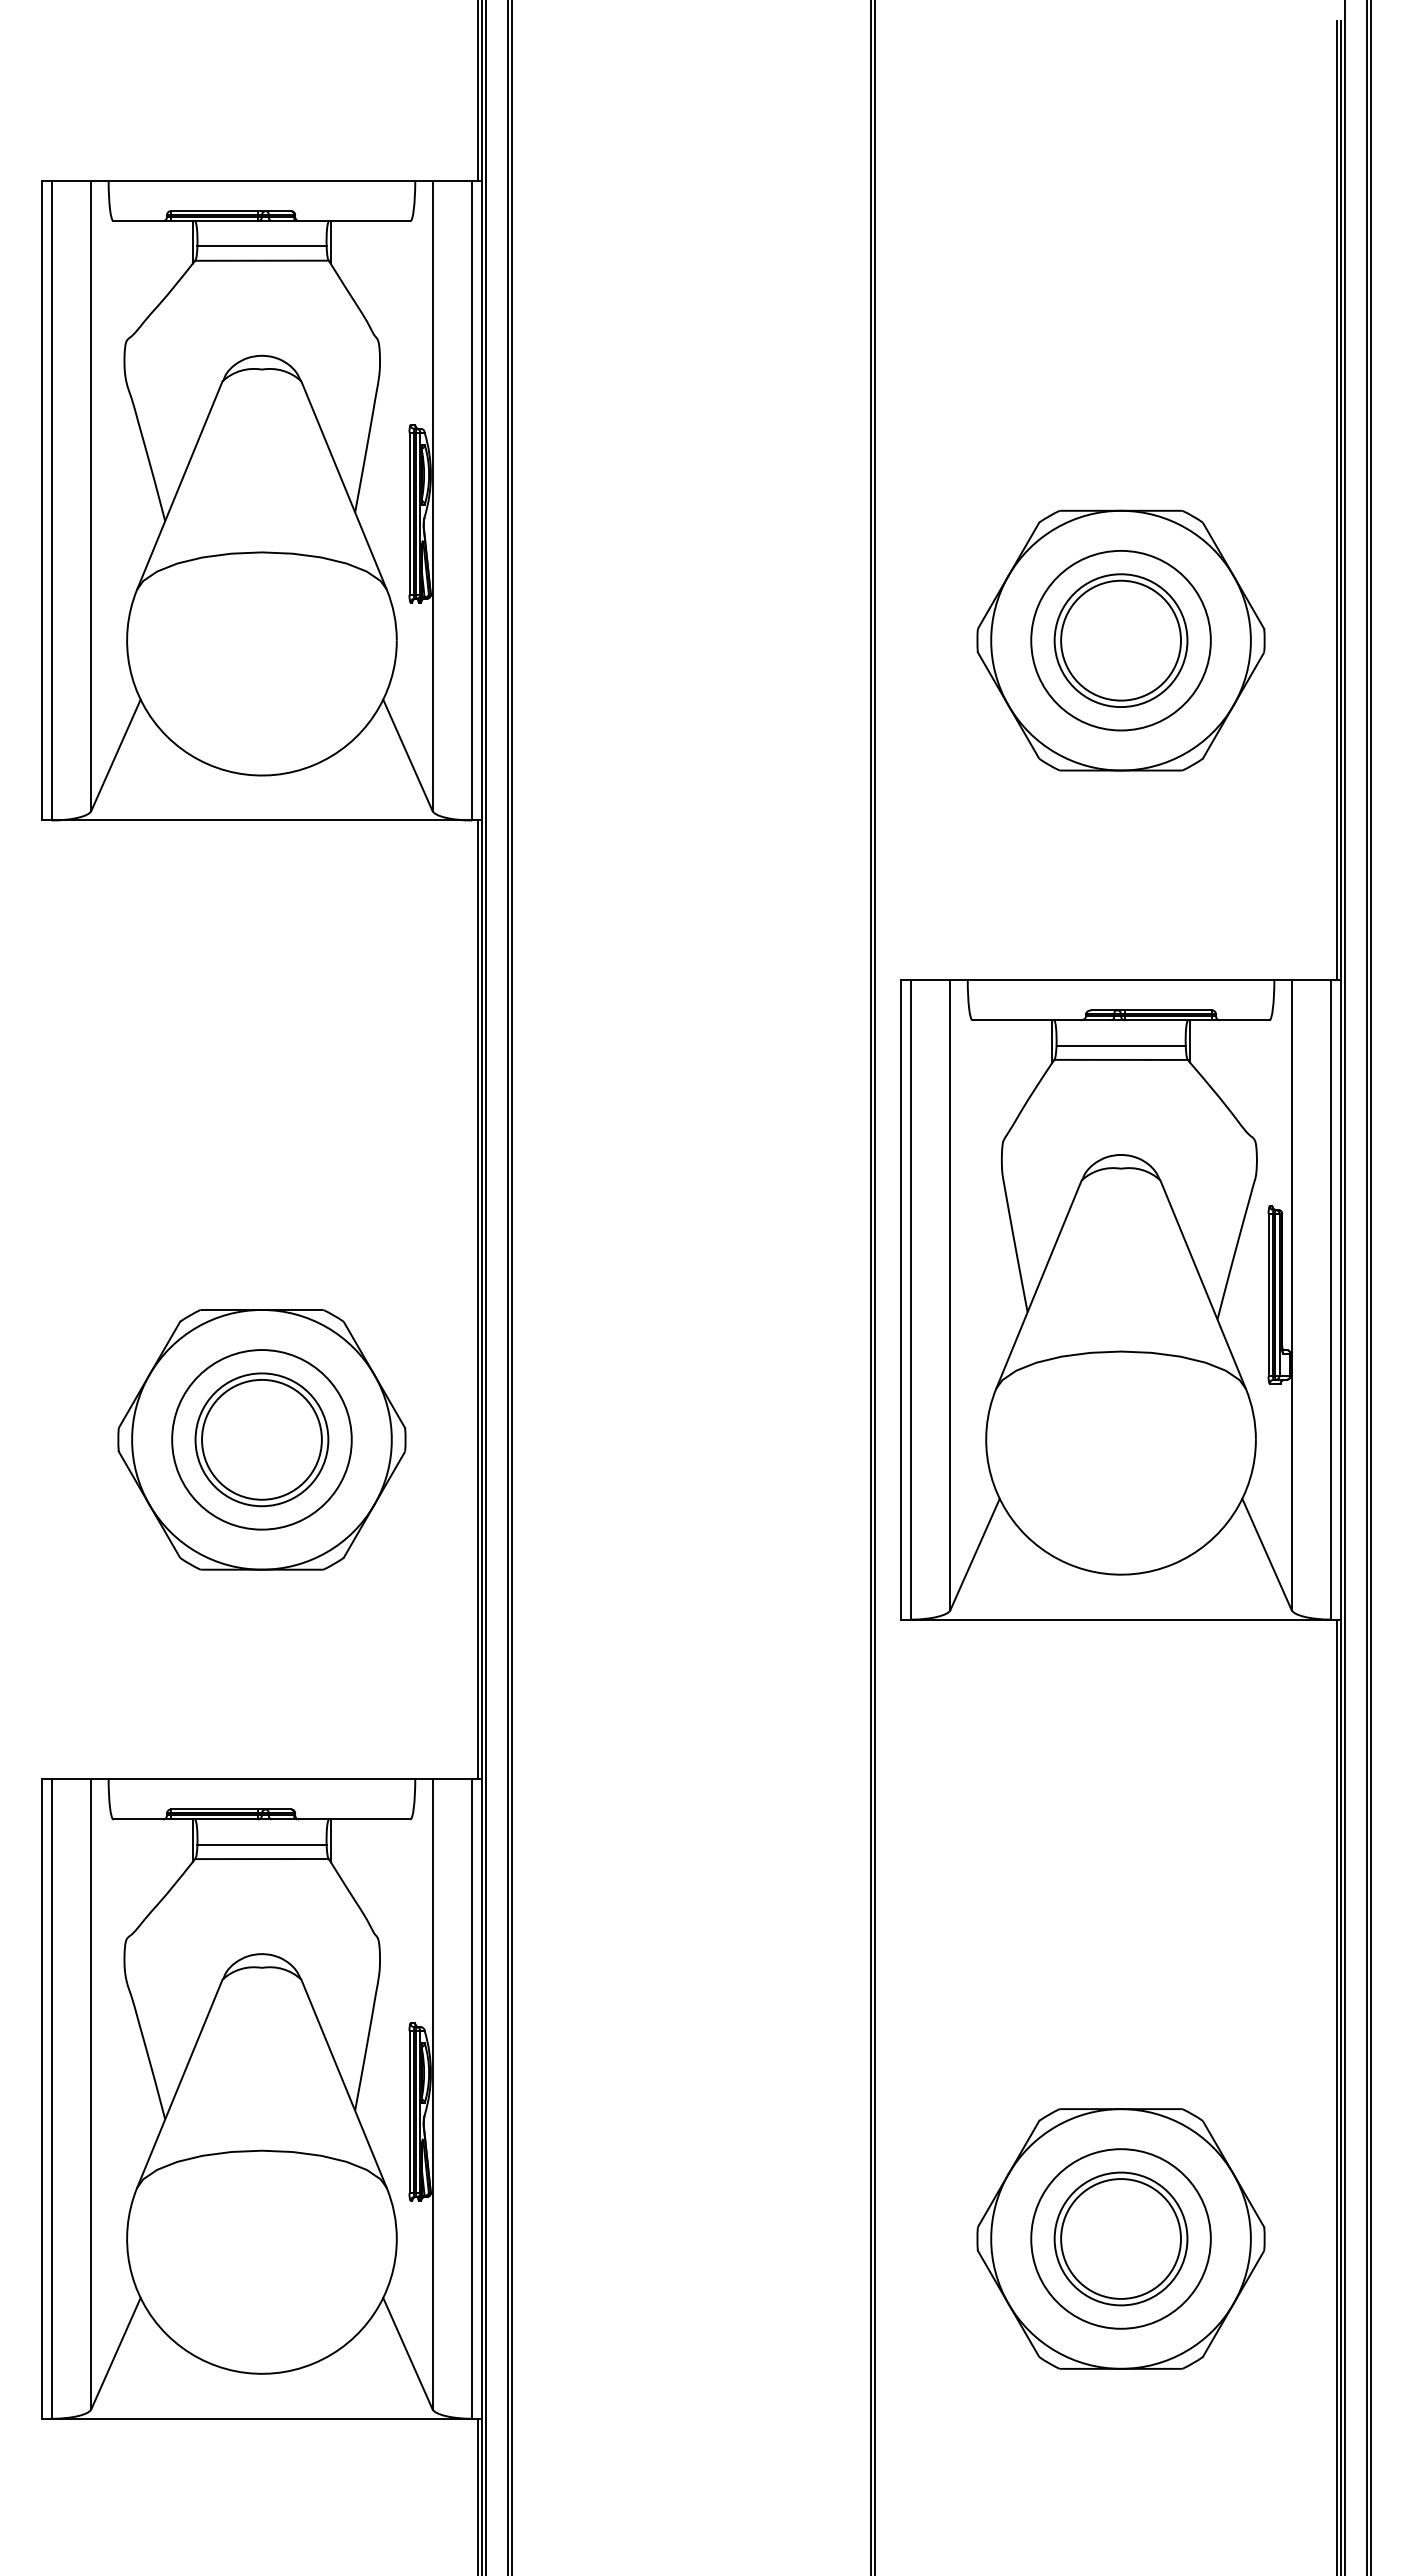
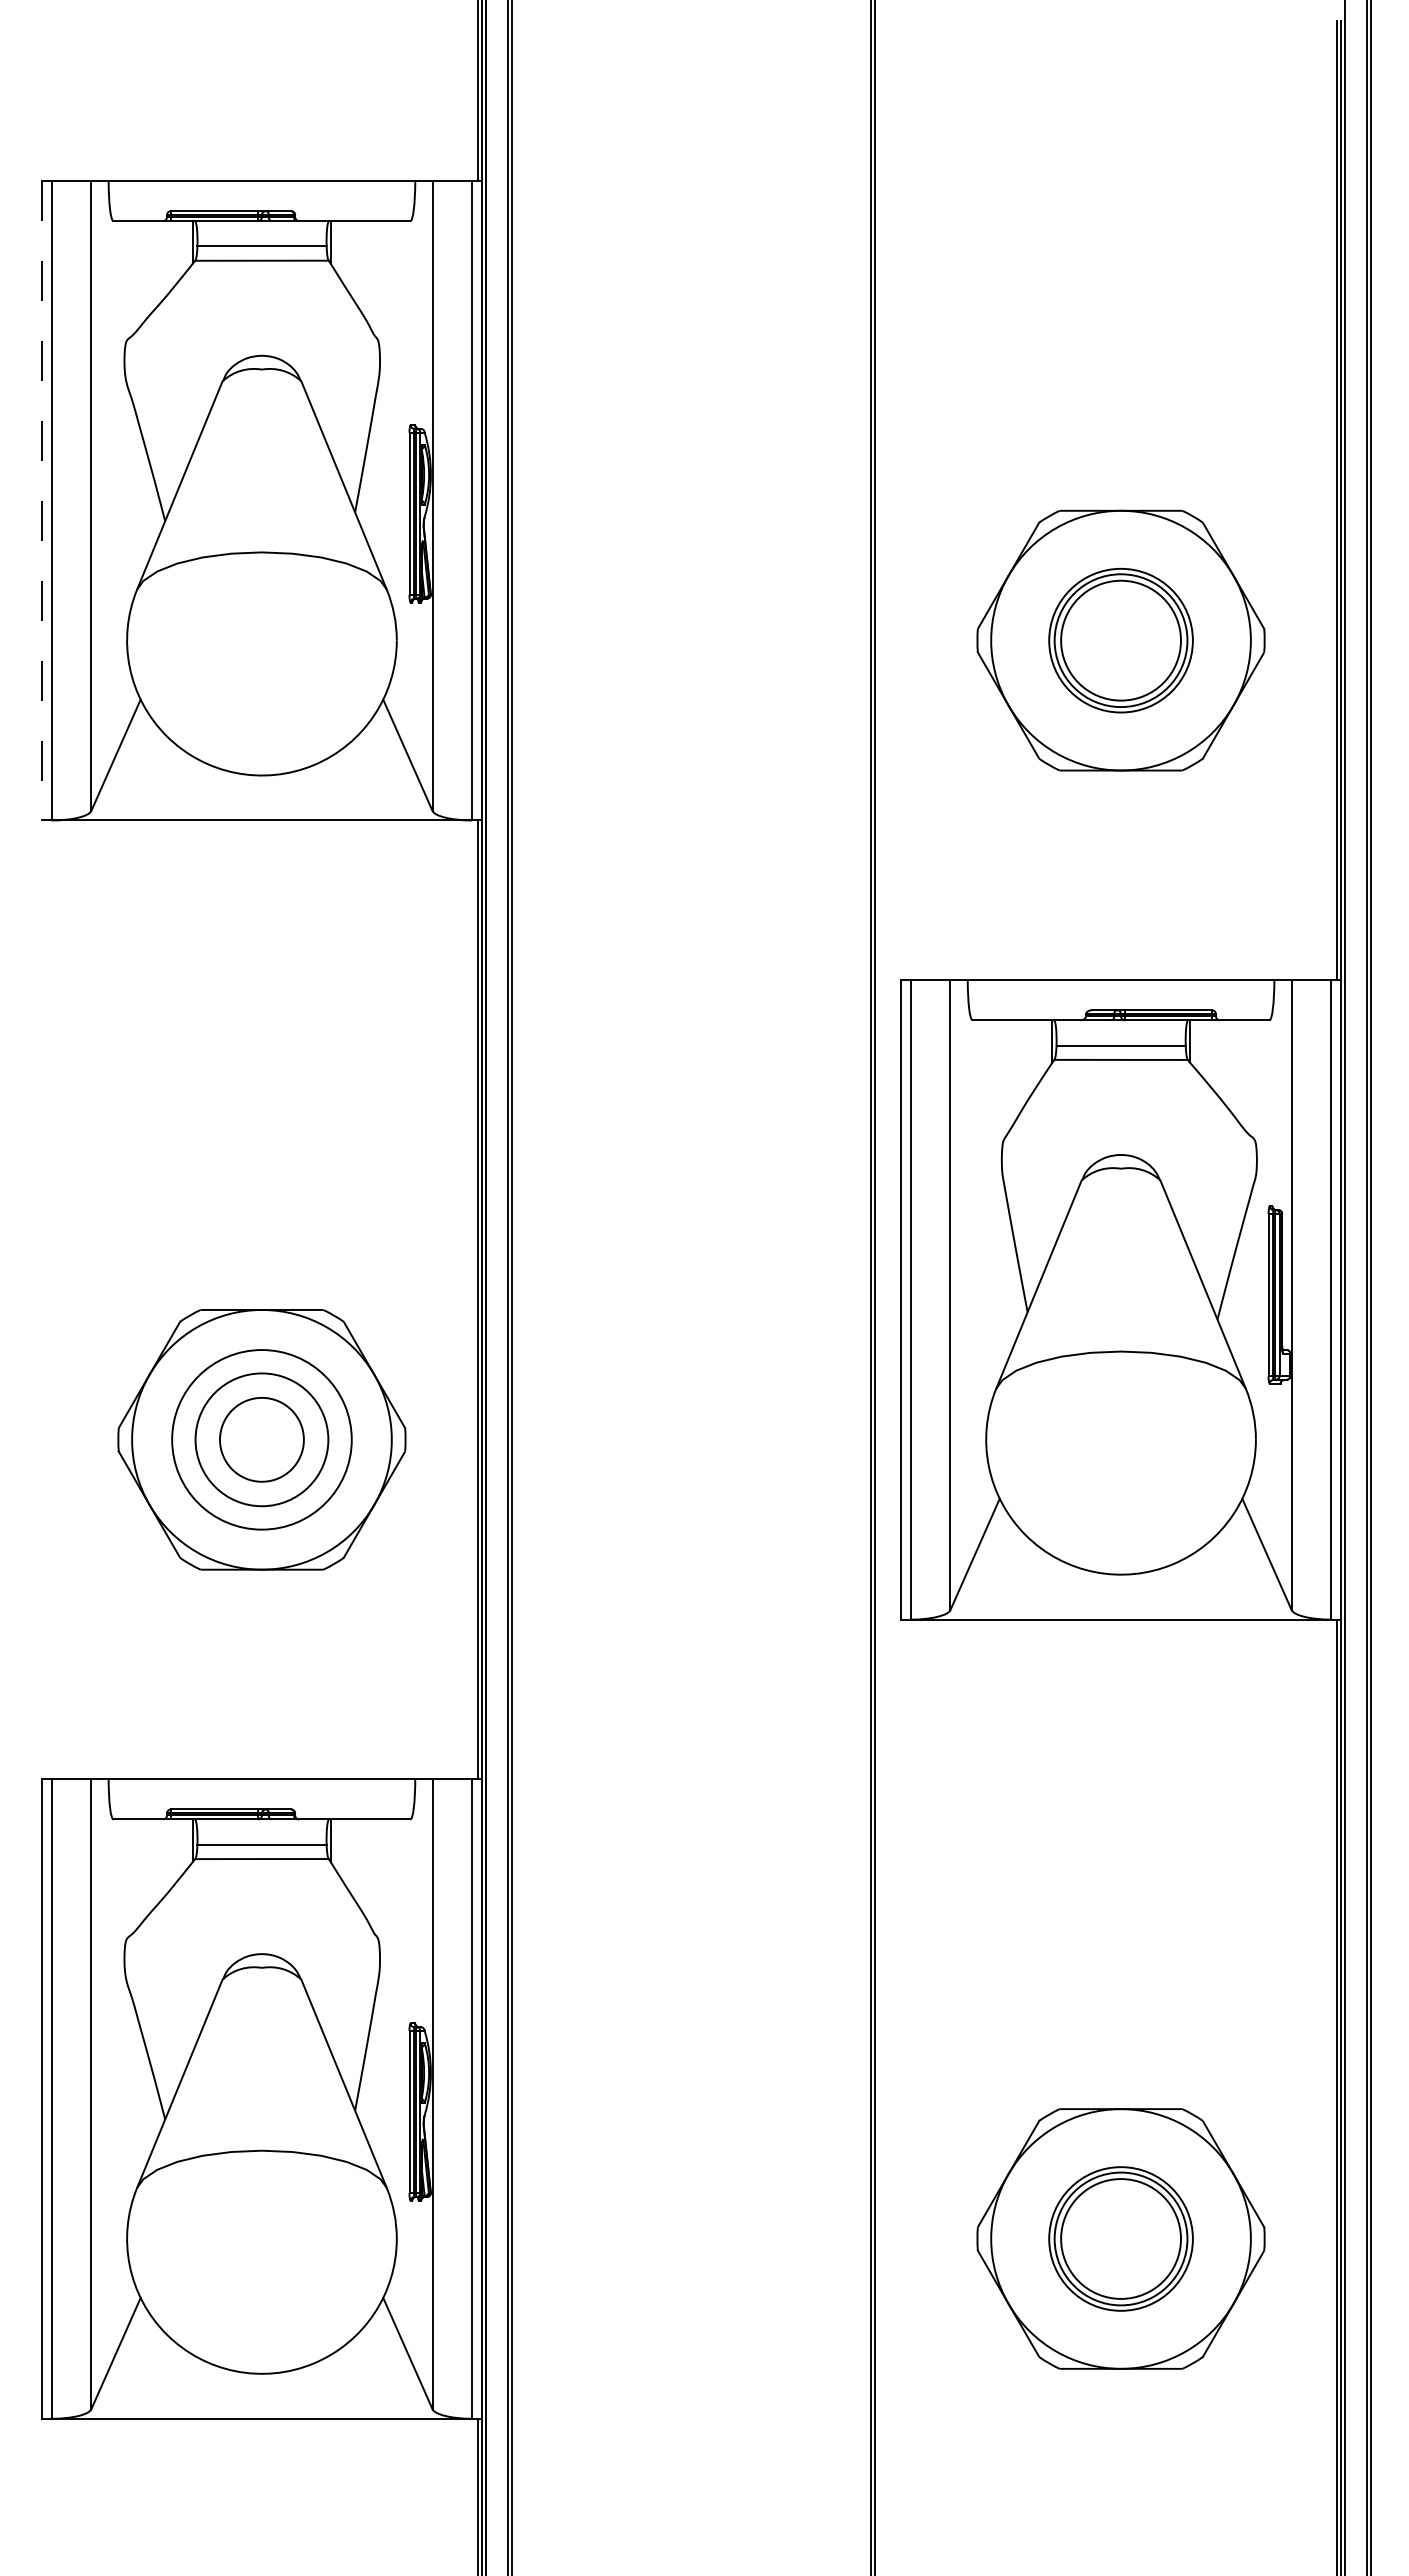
line at (42, 500): solid -> dashed
circle at (1120, 640) diameter: 180 px -> 144 px
circle at (261, 1439) diameter: 120 px -> 84 px
circle at (1120, 2238) diameter: 180 px -> 144 px
